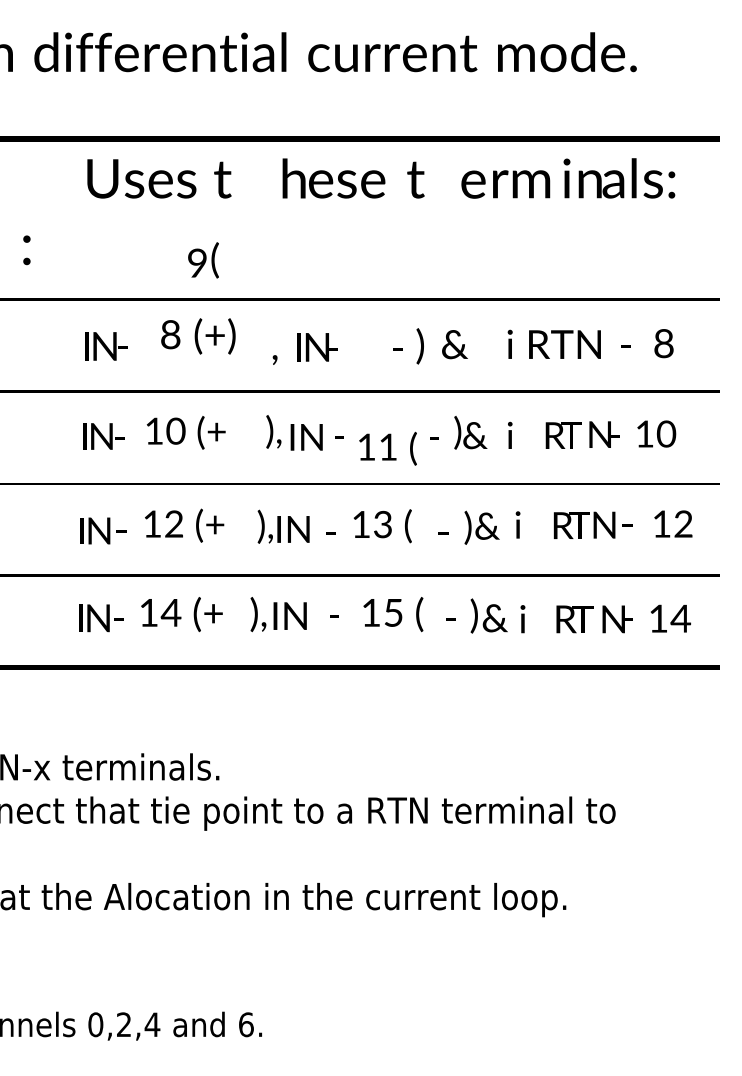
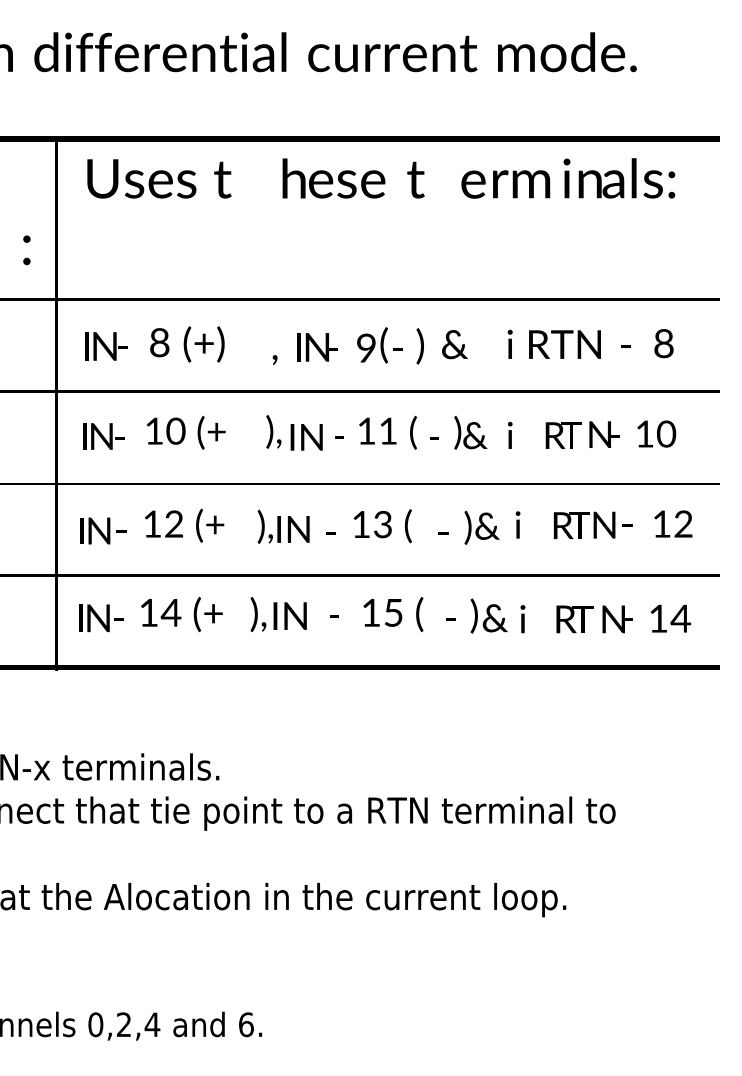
text at (203, 260) position: (203, 260) -> (372, 345)
text at (198, 336) position: (198, 336) -> (187, 344)
fill at (56, 402): none -> present
text at (387, 448) position: (387, 448) -> (387, 432)
